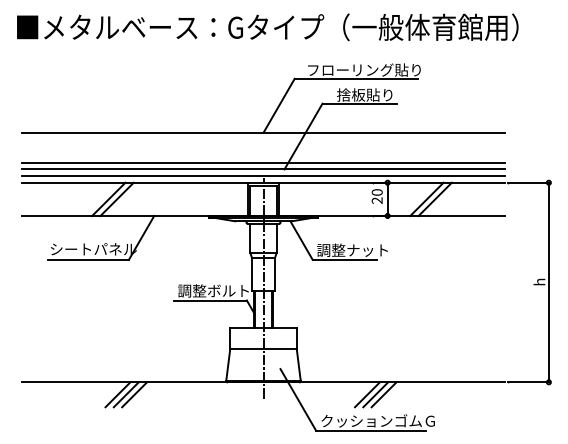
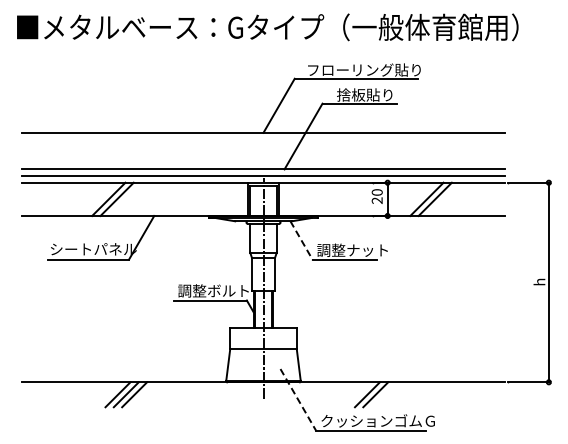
line at (263, 162): present -> none
line at (301, 241): solid -> dashed
line at (383, 394): present -> none
line at (298, 399): solid -> dashed
